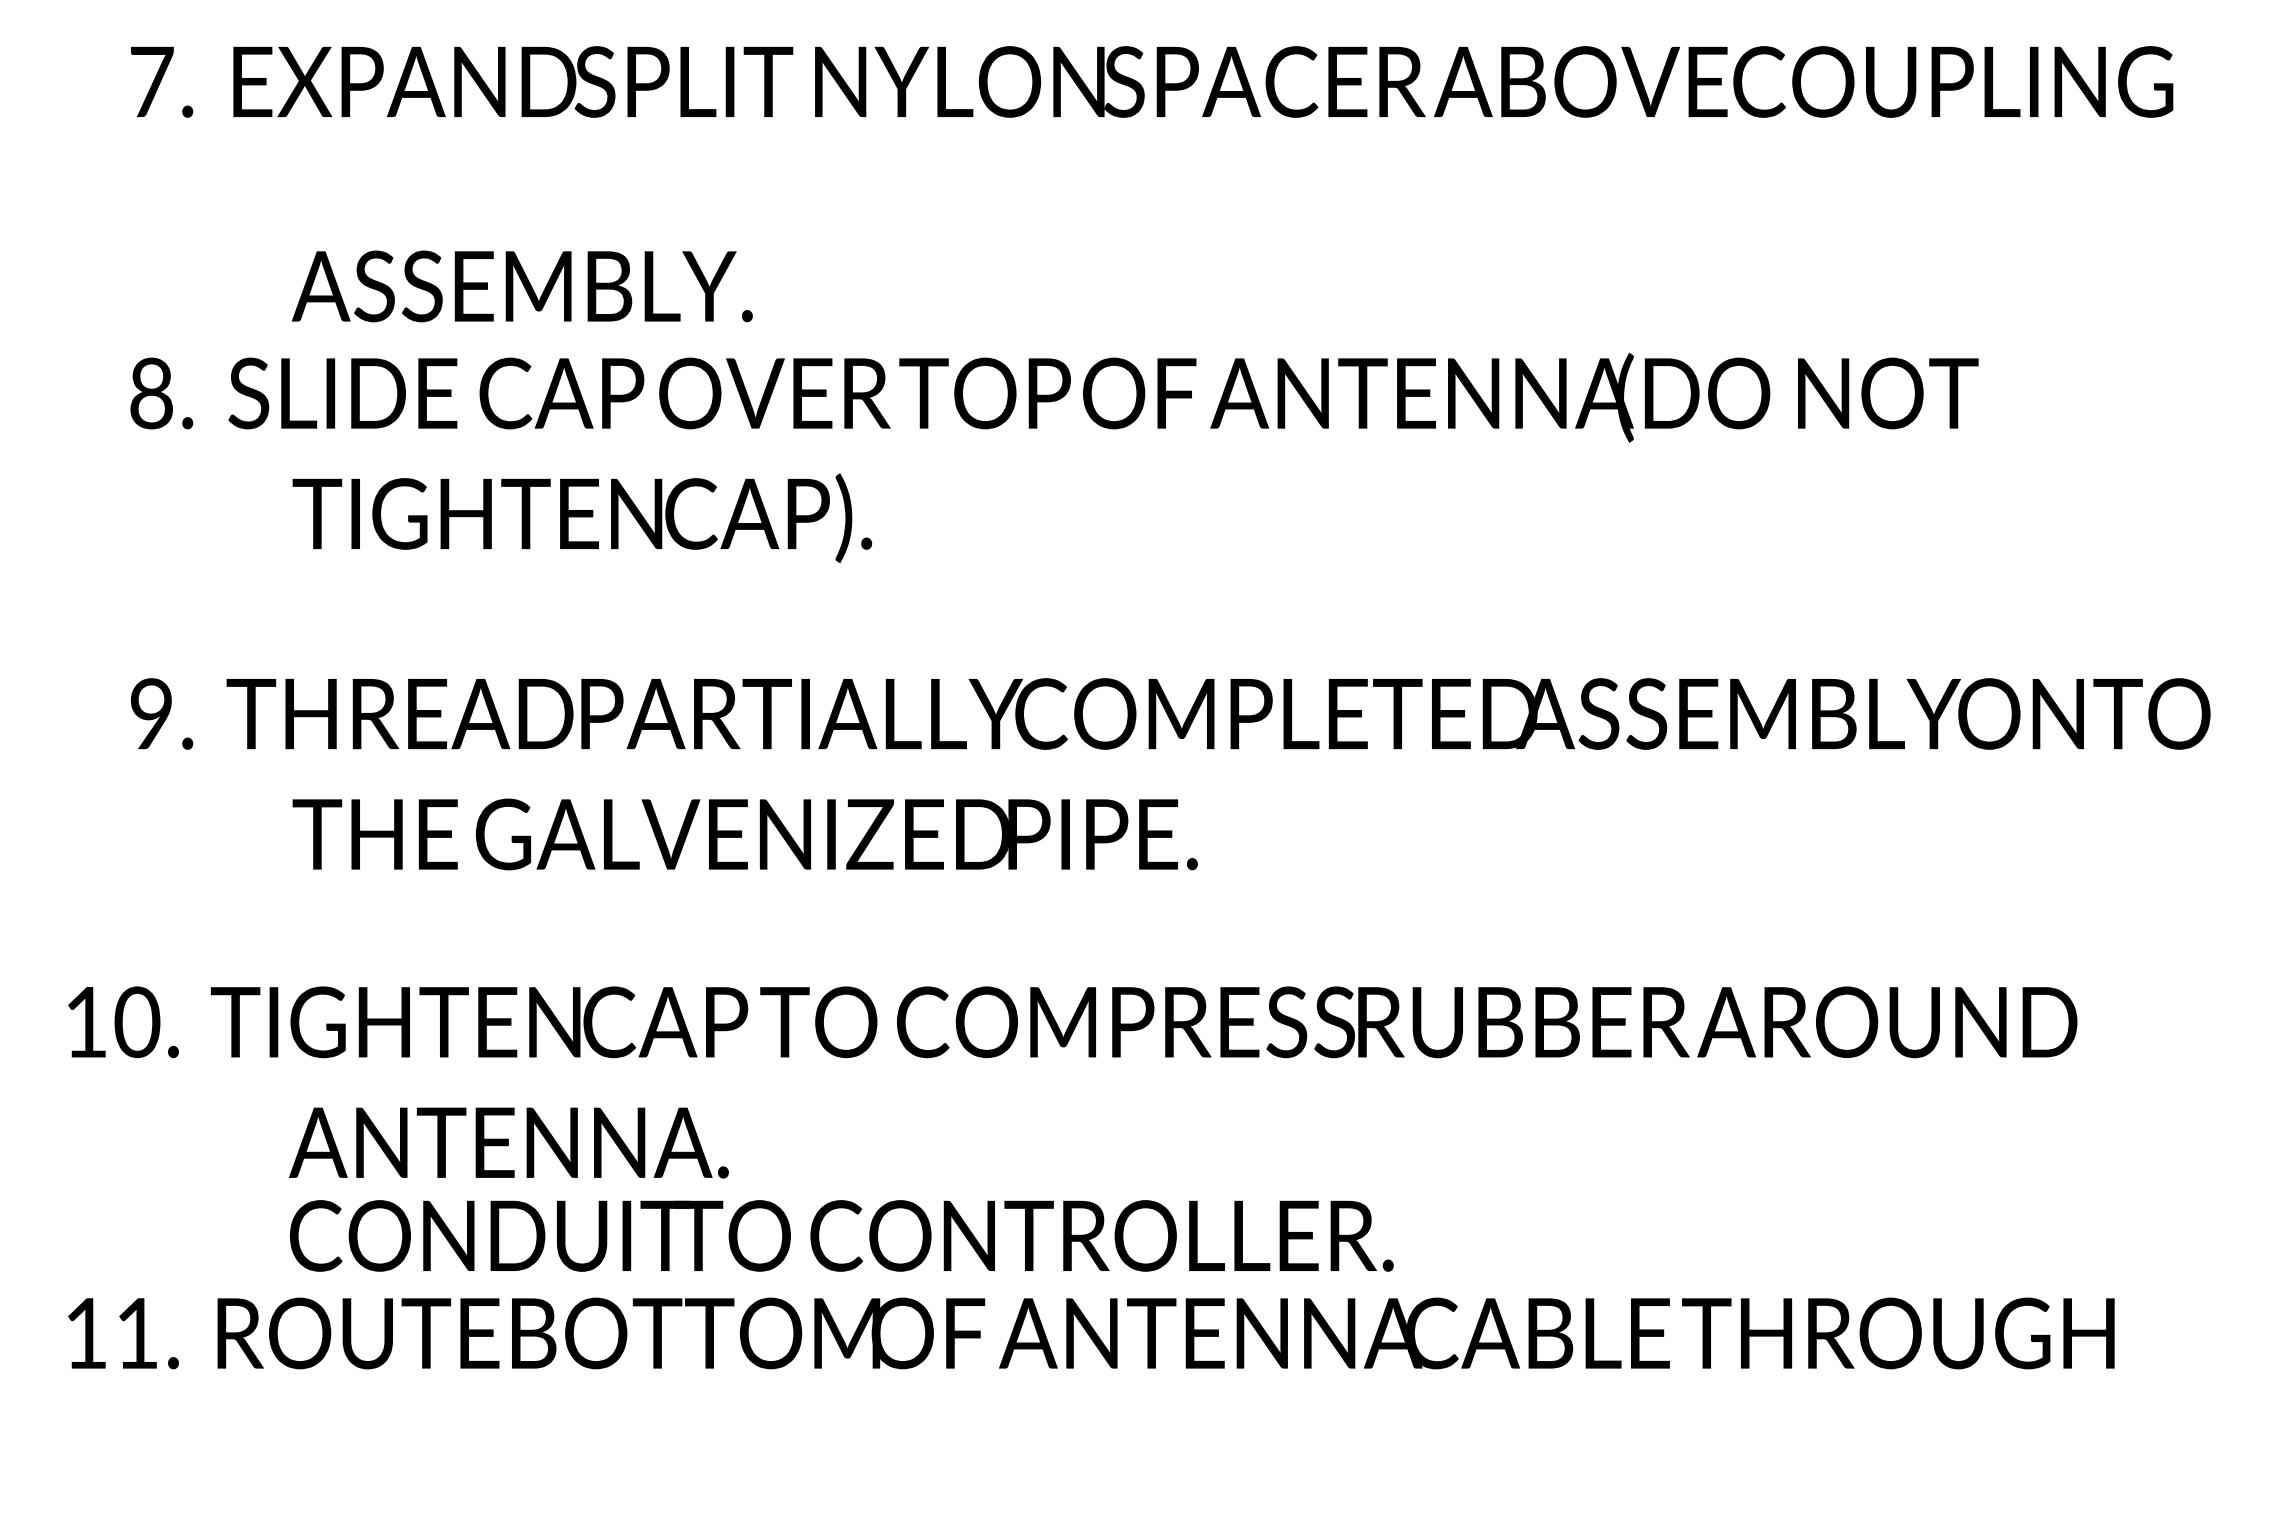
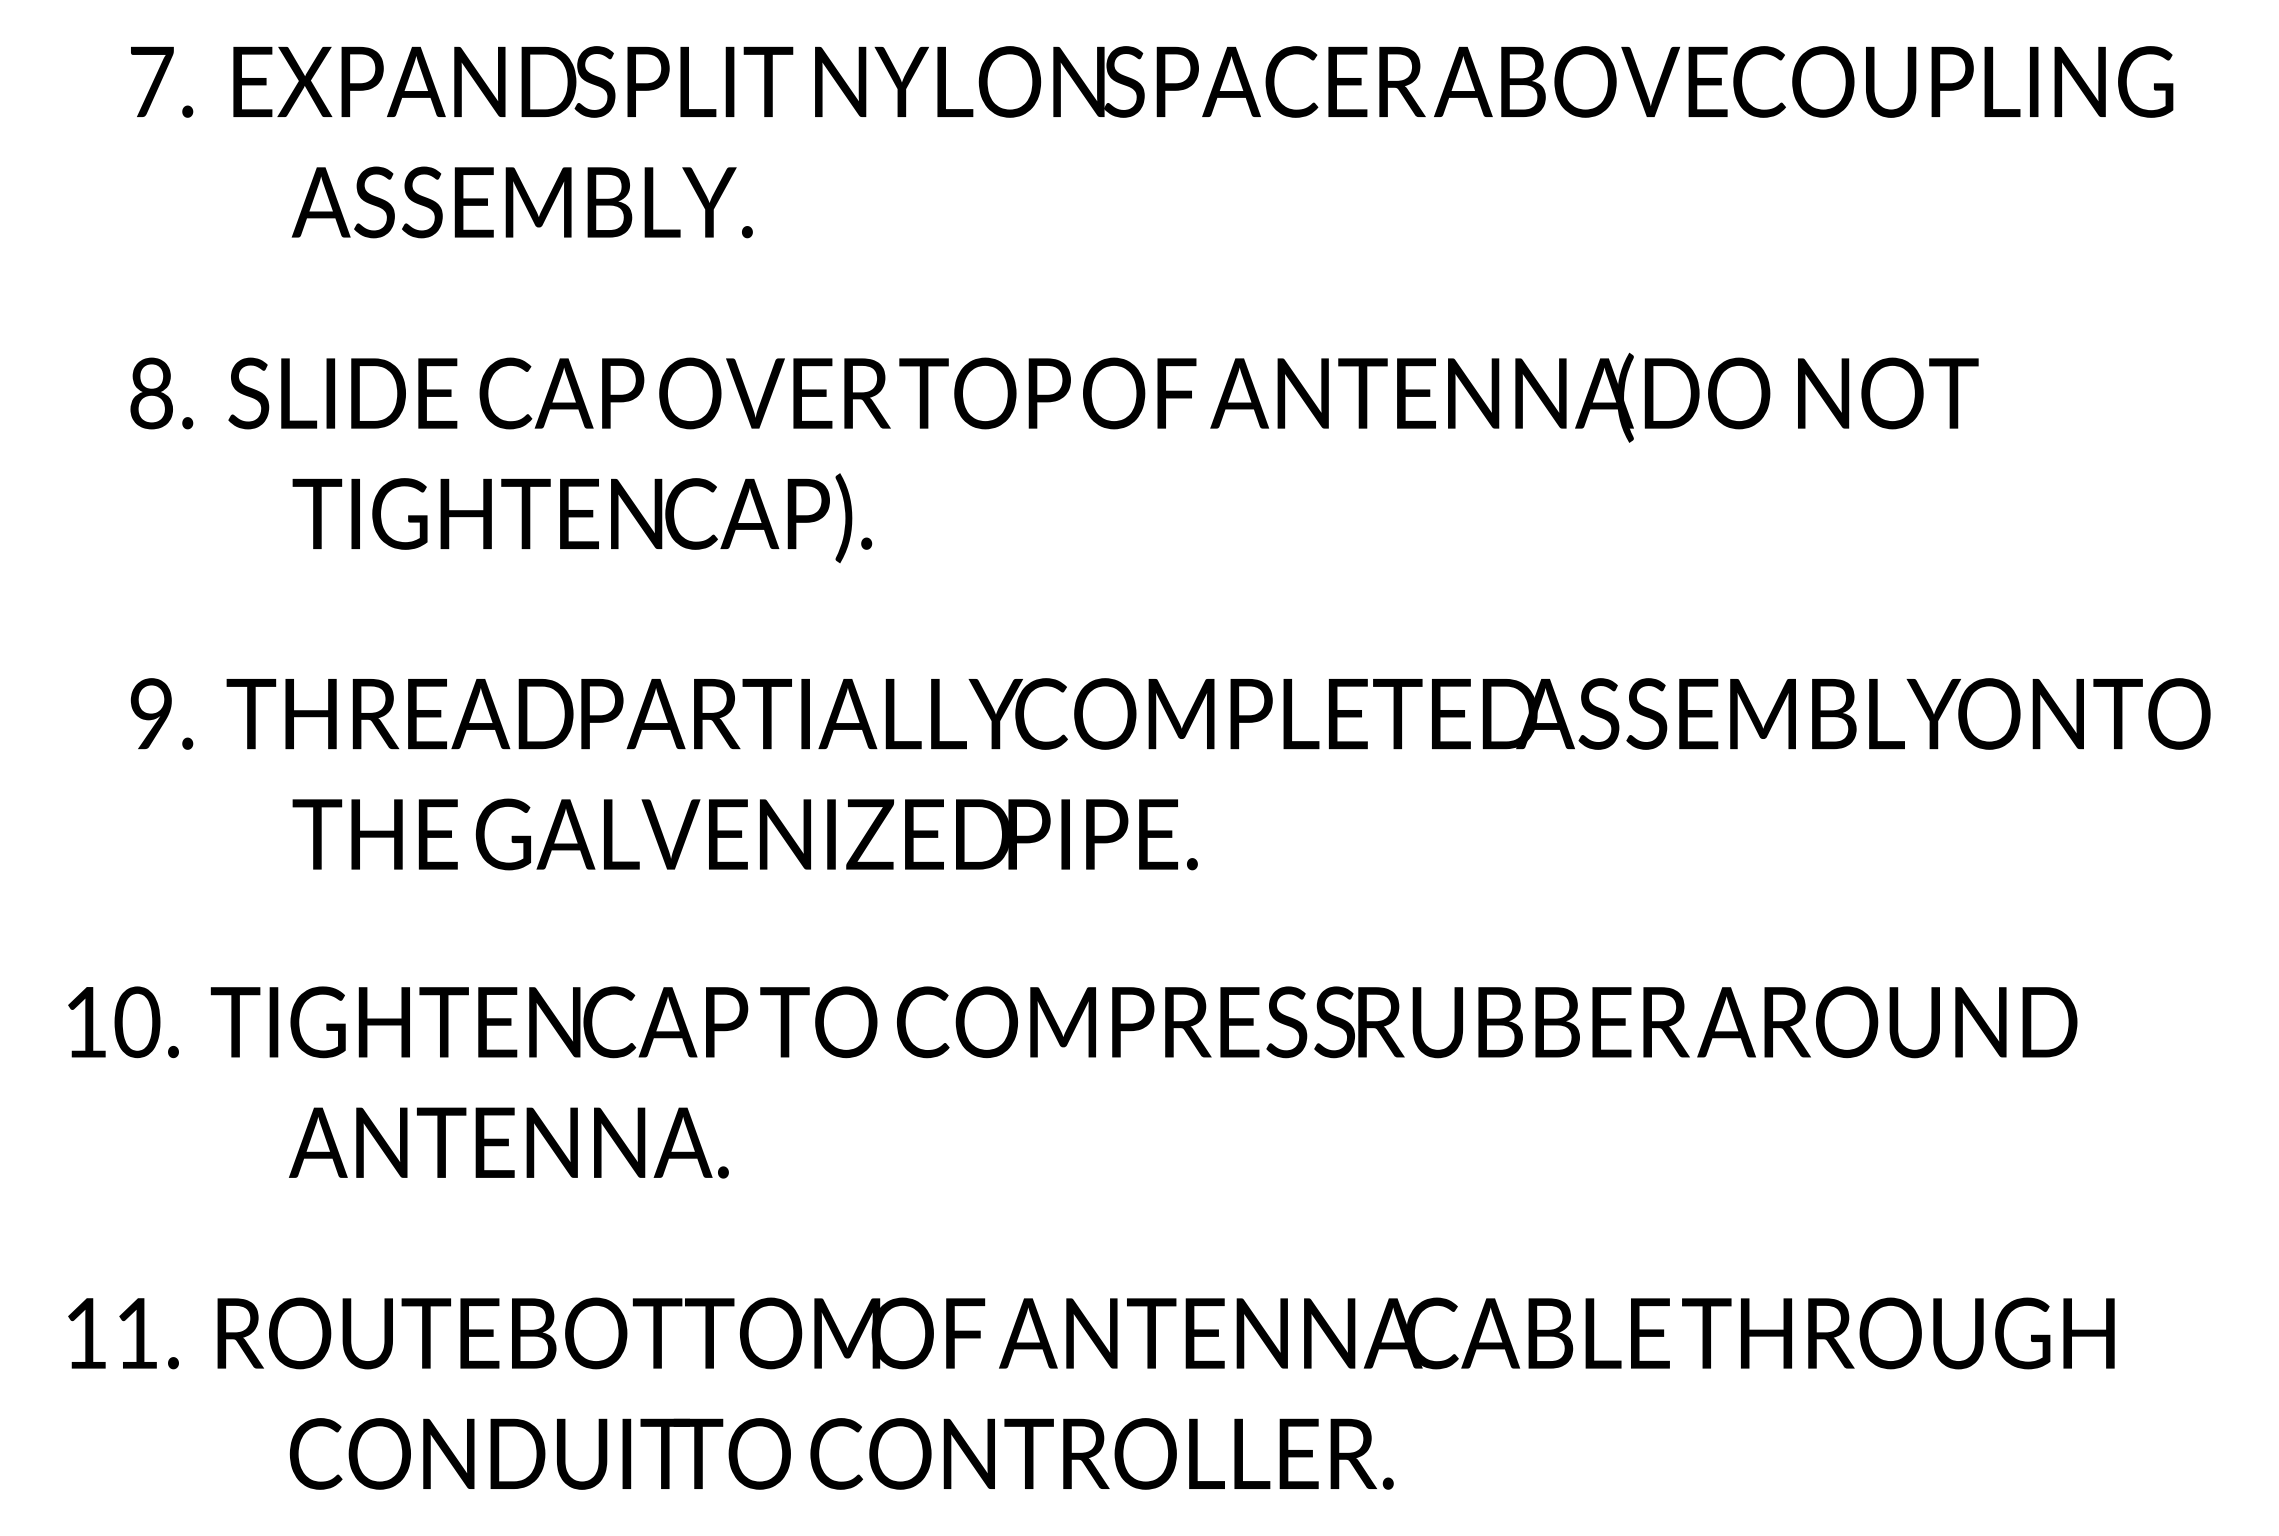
text at (521, 286) position: (521, 286) -> (521, 202)
text at (841, 1235) position: (841, 1235) -> (841, 1453)
